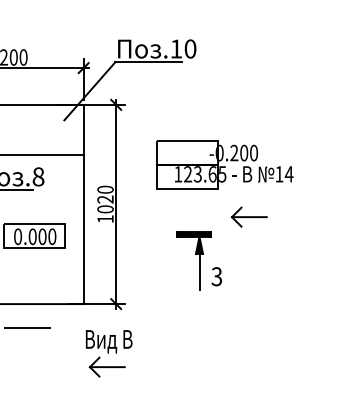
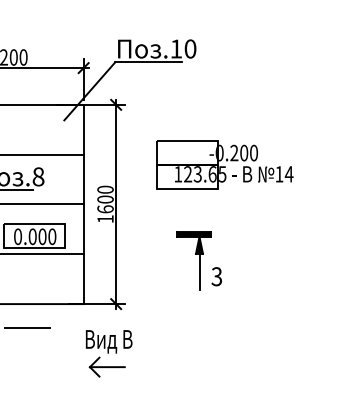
line at (42, 204): none -> present
text at (105, 204): 1020 -> 1600
part at (248, 216): present -> none
line at (42, 254): none -> present
